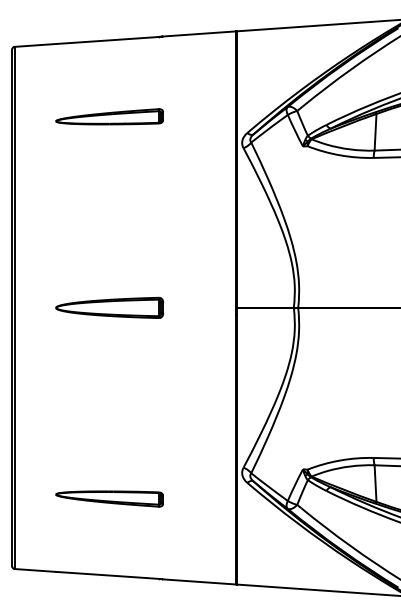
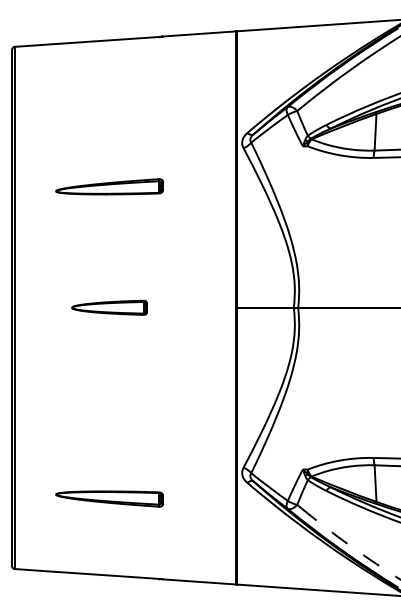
part at (109, 116) position: (109, 116) -> (109, 186)
part at (109, 307) size: 109x23 px -> 77x17 px
arc at (350, 546): solid -> dashed
